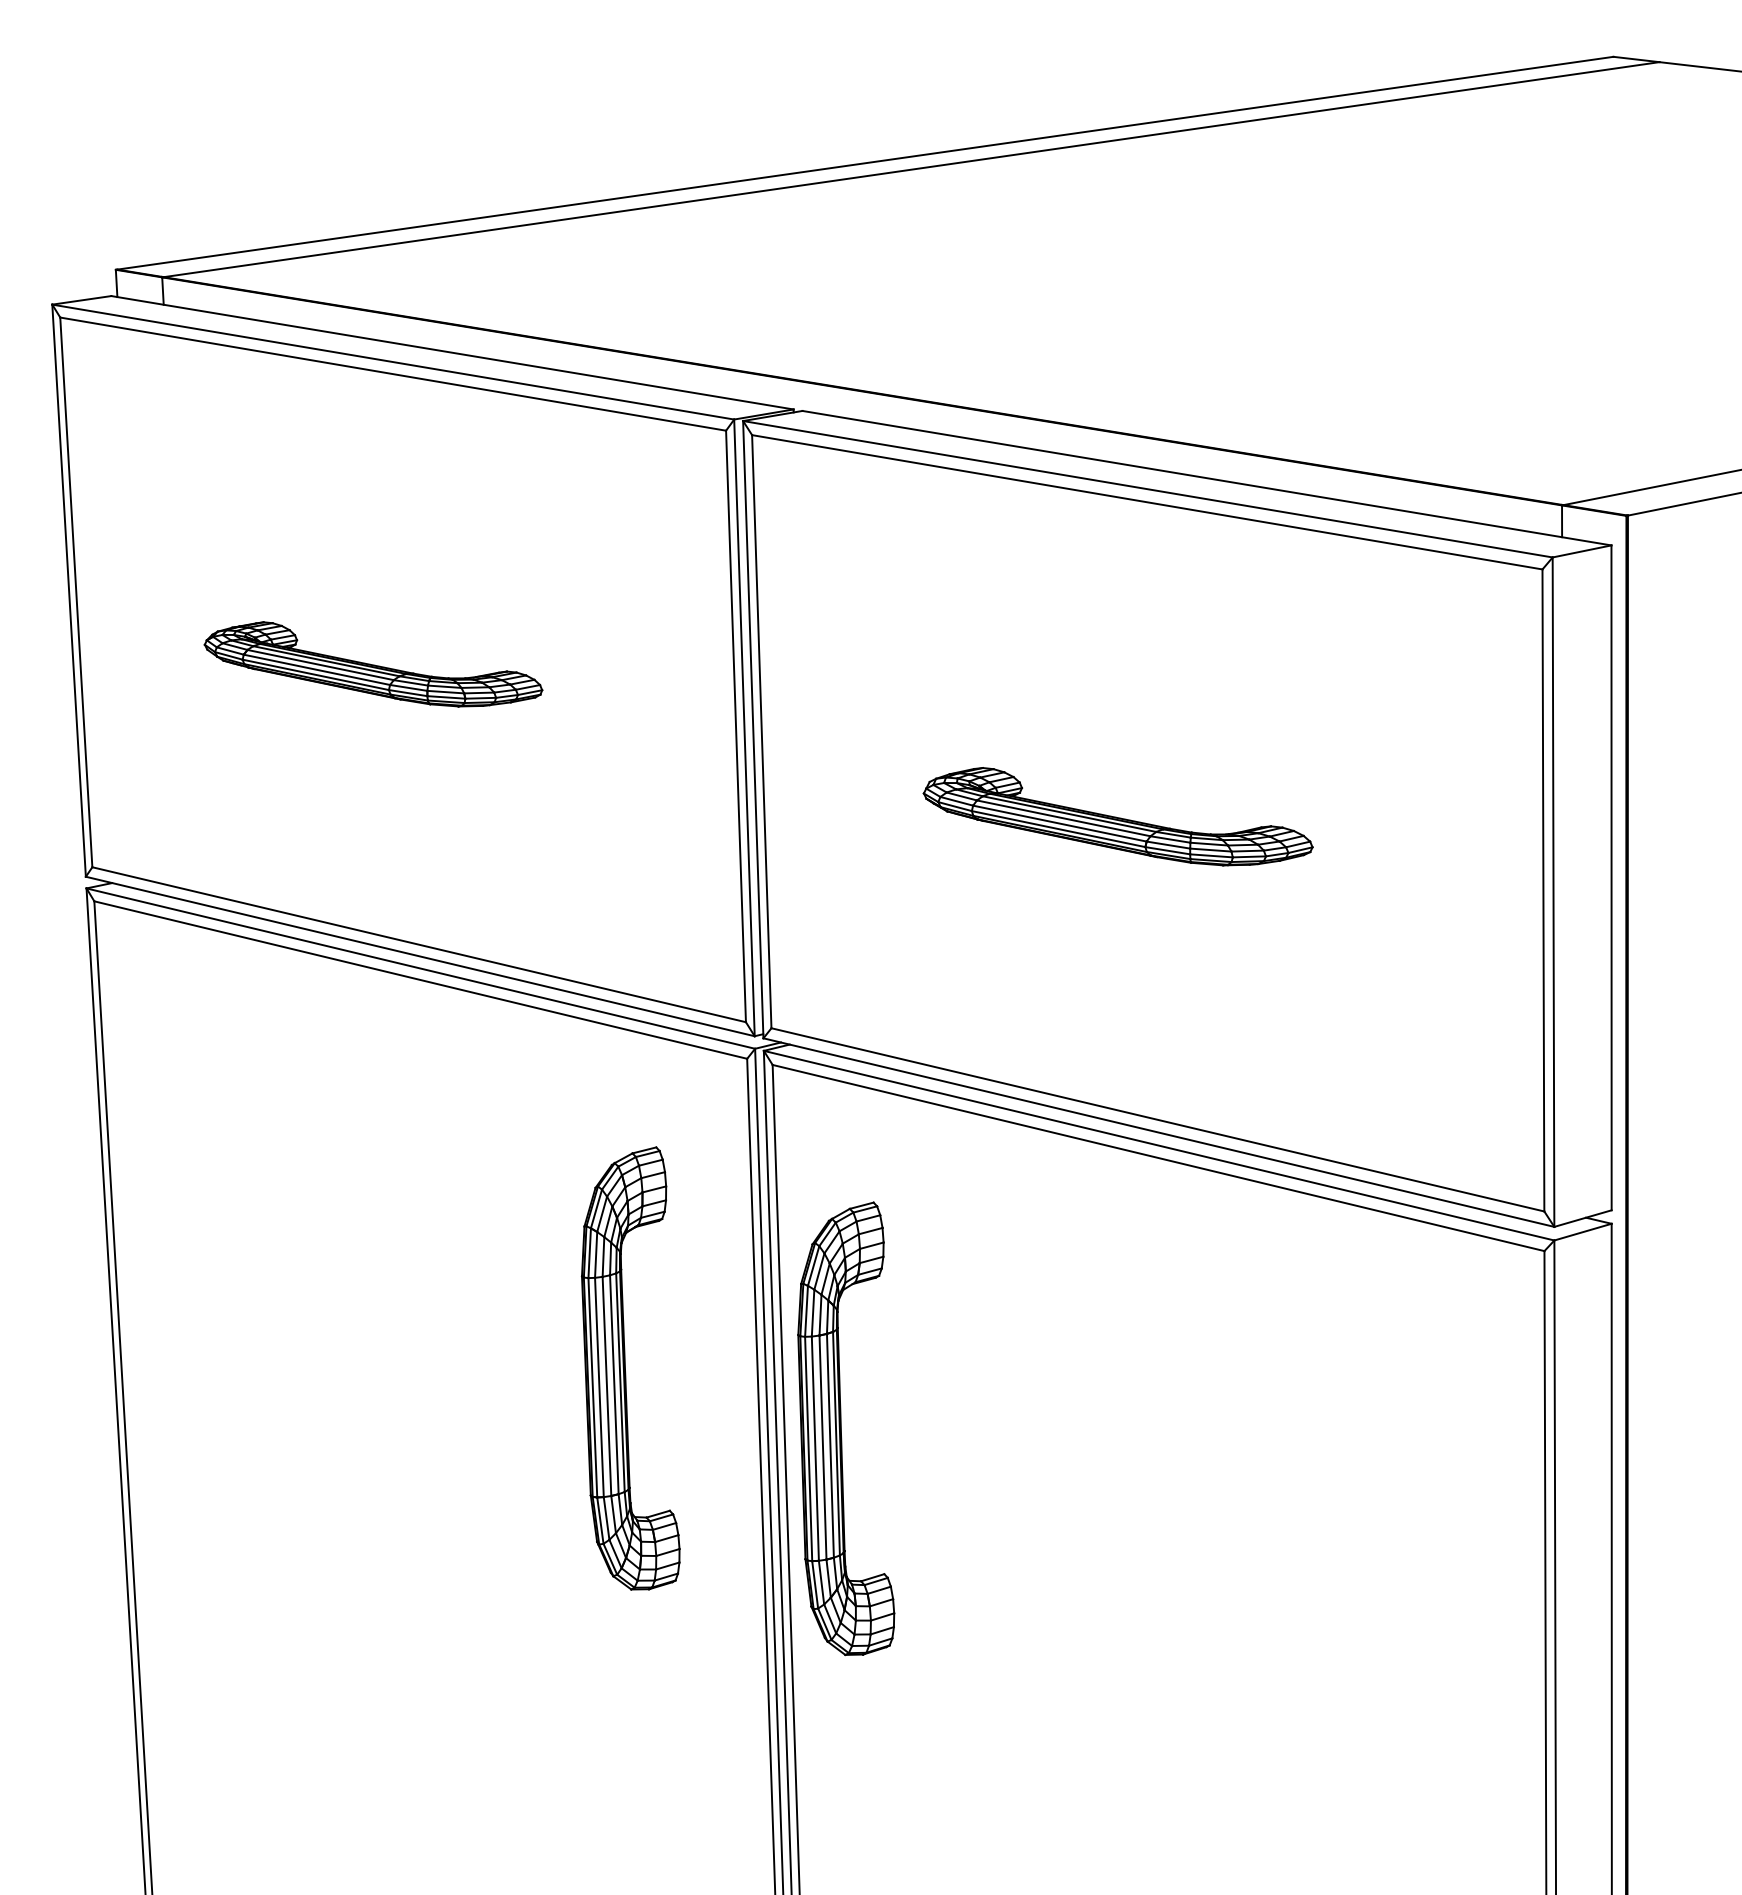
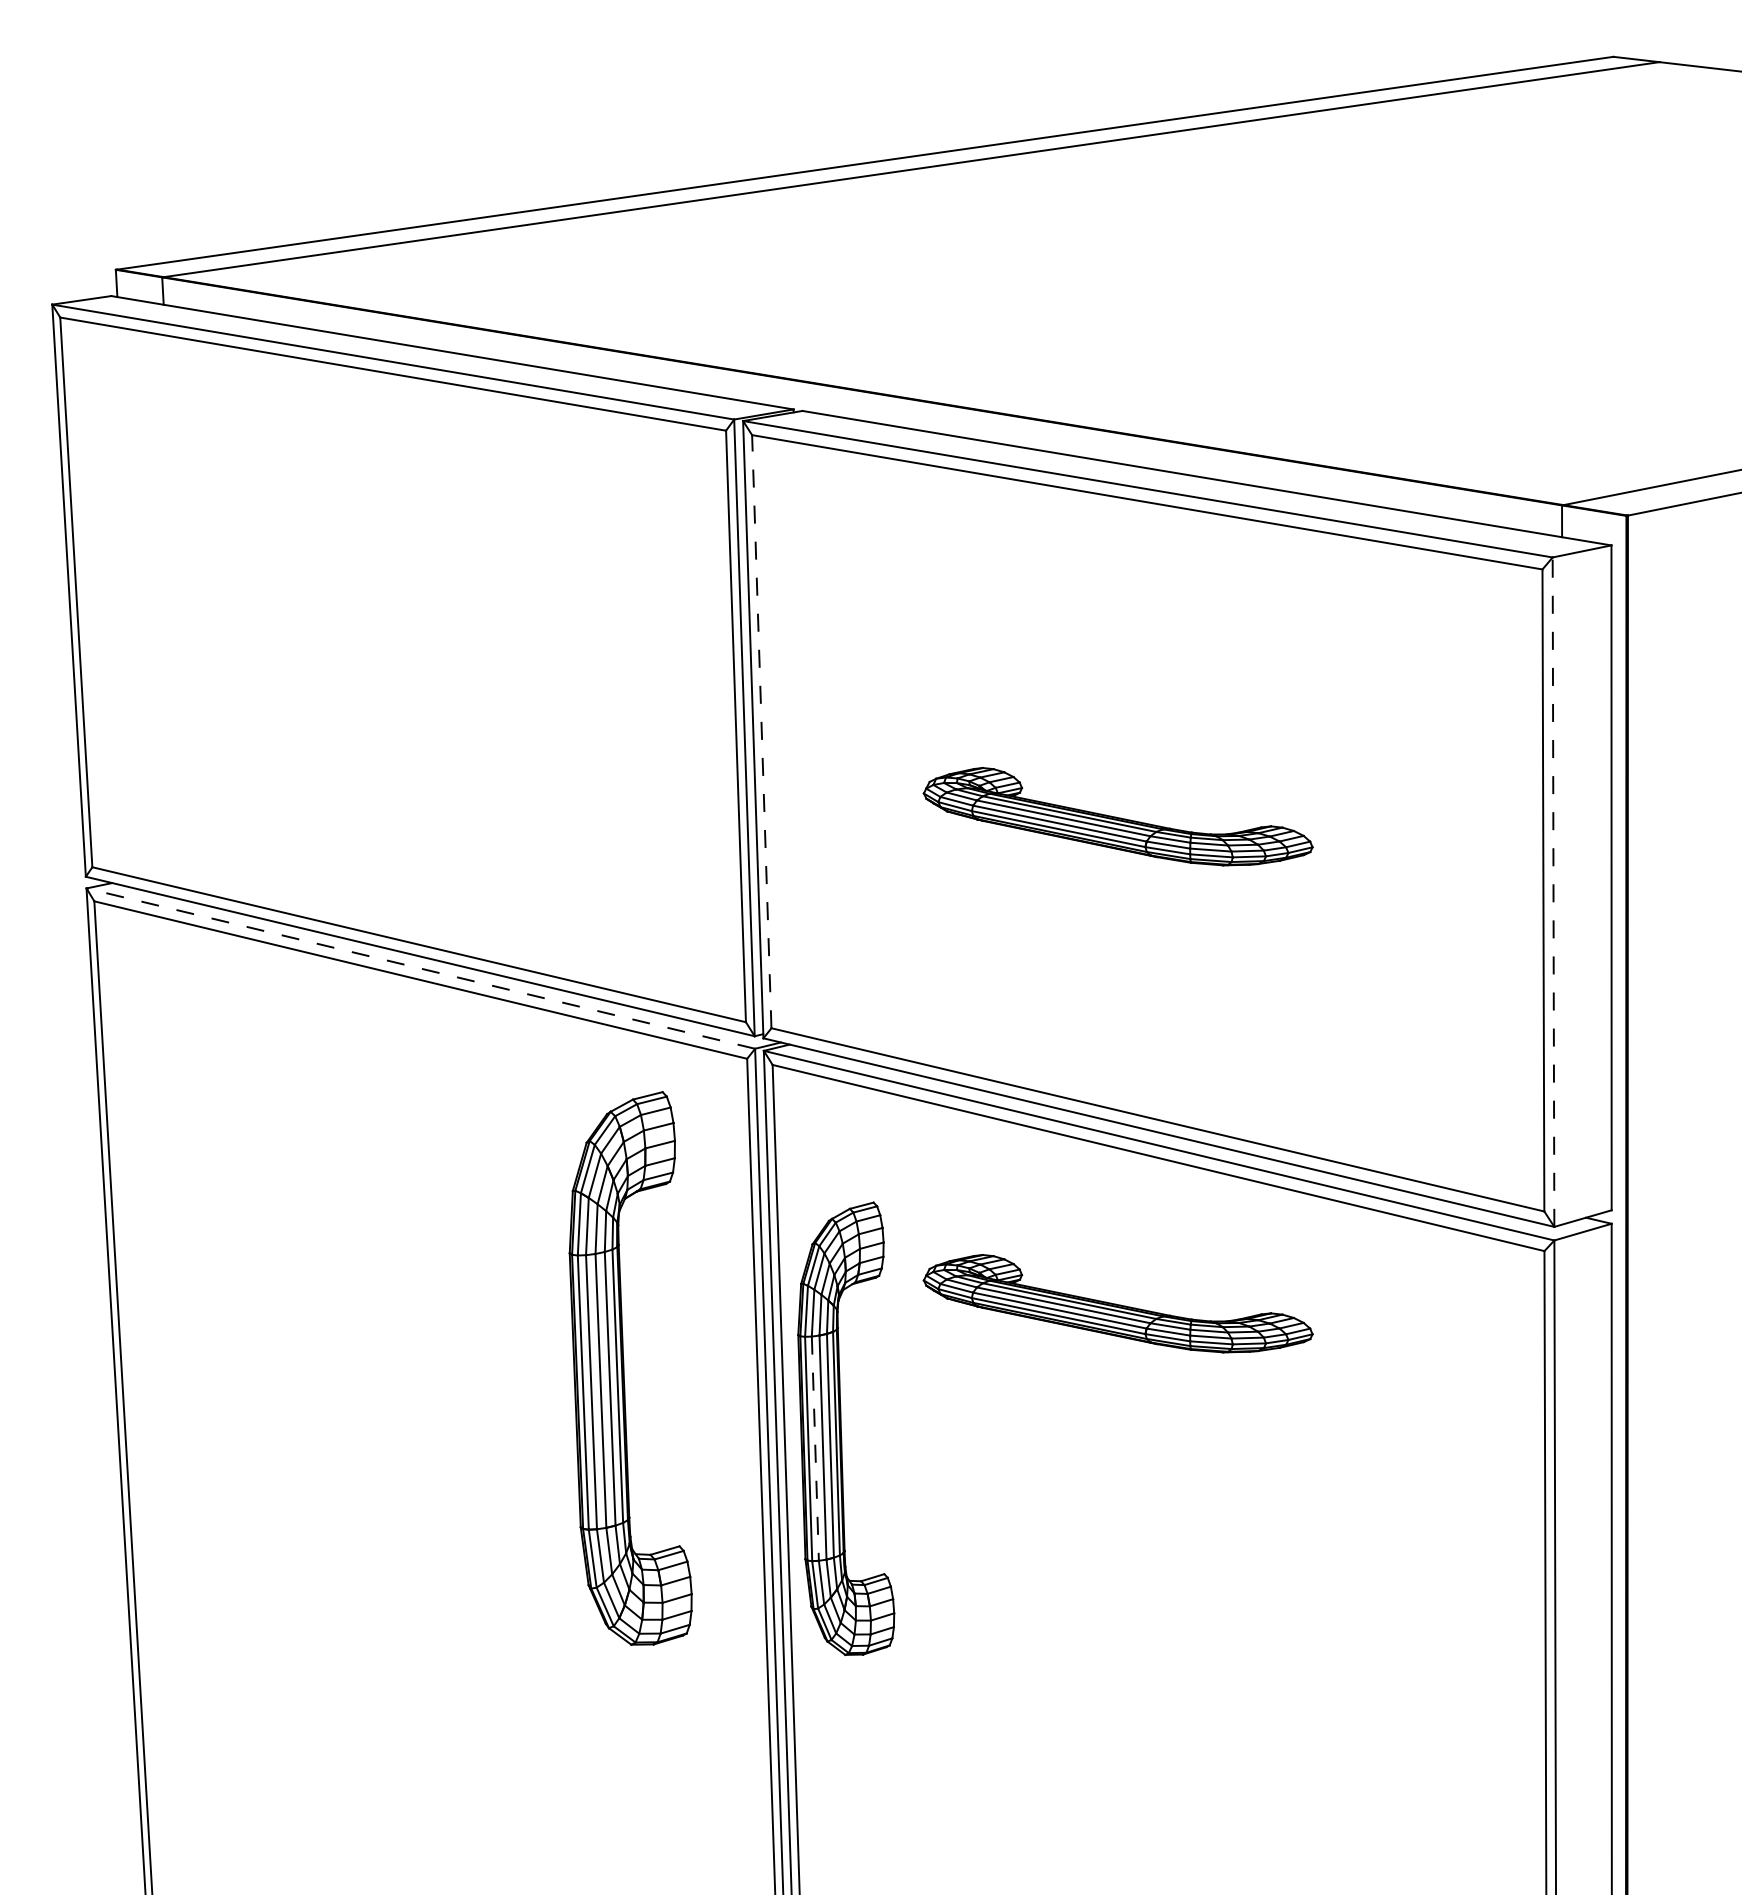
part at (373, 664): present -> none
line at (761, 731): solid -> dashed
line at (1553, 892): solid -> dashed
line at (420, 968): solid -> dashed
part at (1117, 1303): none -> present
part at (630, 1368) size: 100x445 px -> 125x555 px
line at (815, 1449): solid -> dashed
